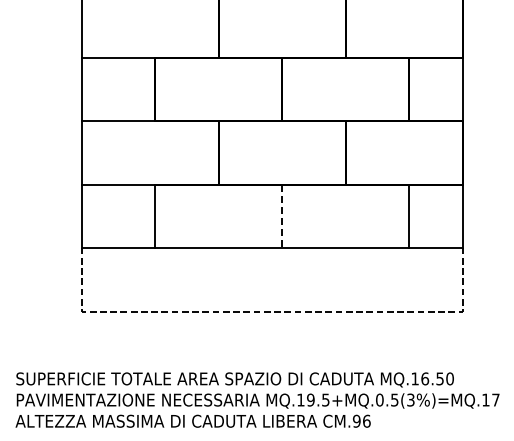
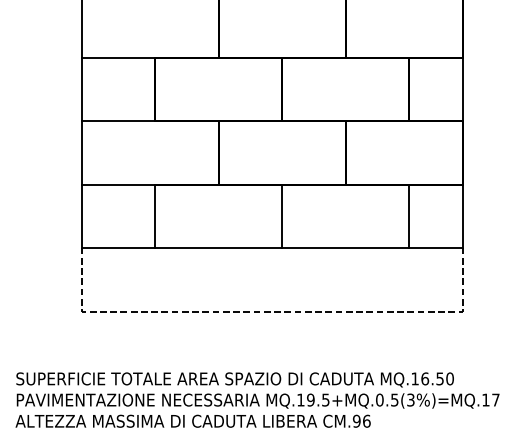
line at (282, 216): dashed -> solid
